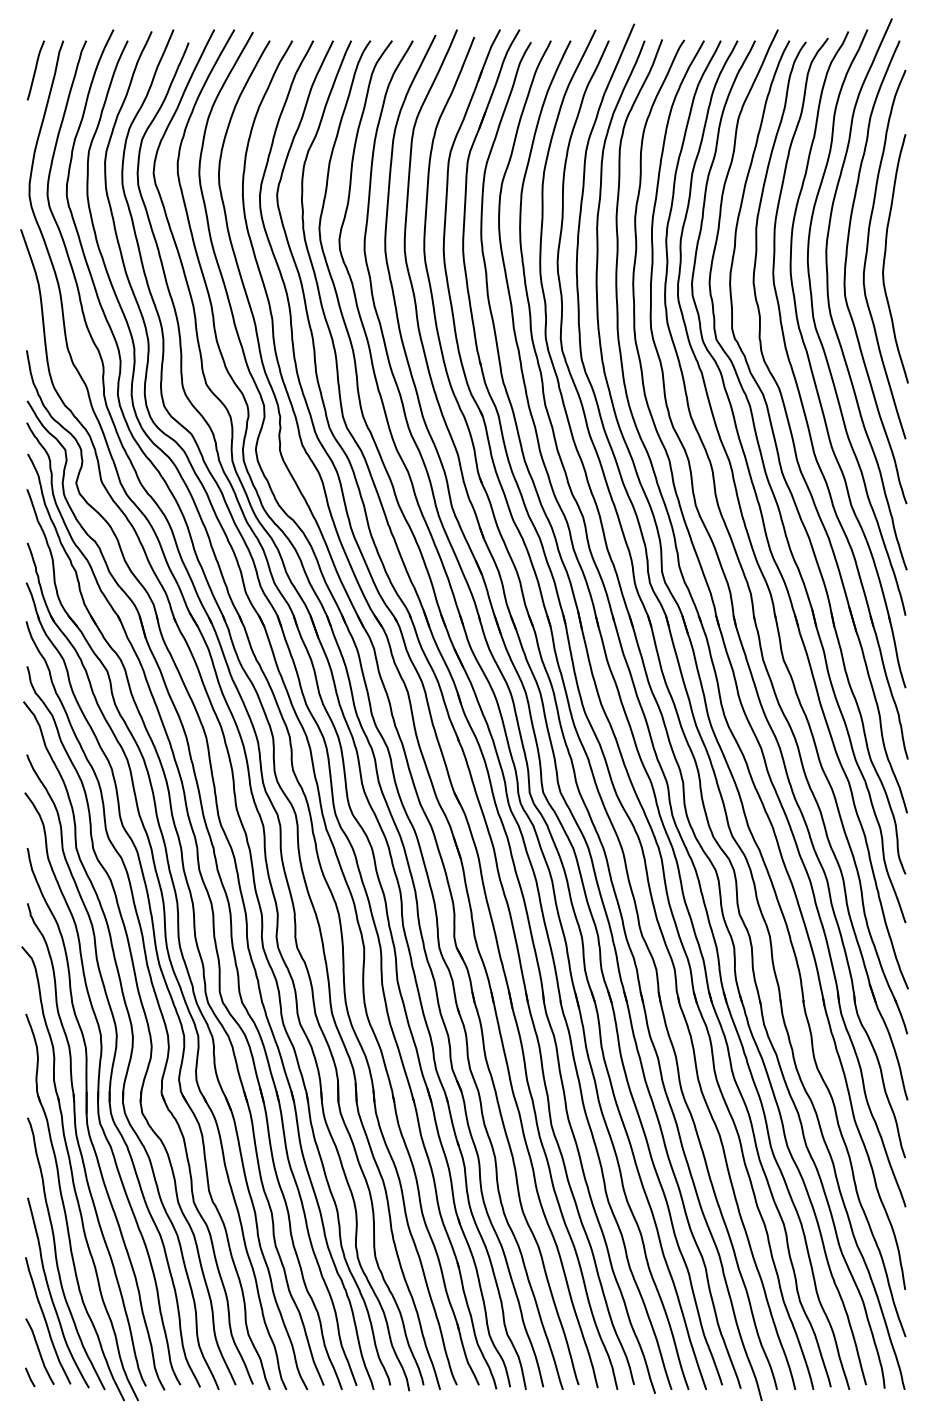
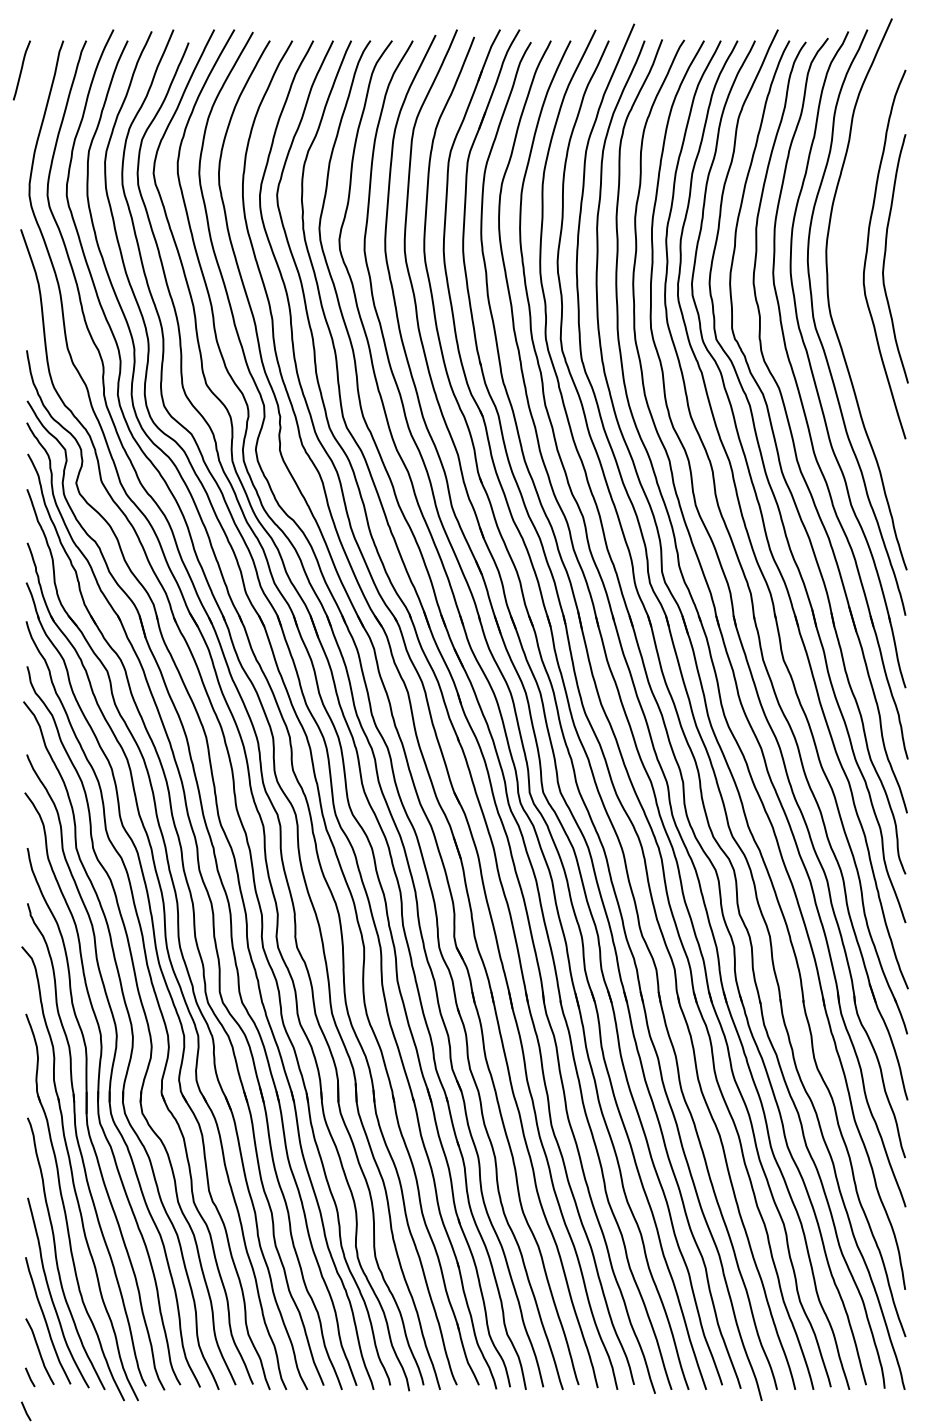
curve at (35, 70) position: (35, 70) -> (21, 70)
curve at (846, 267): present -> none
line at (26, 1411): none -> present
